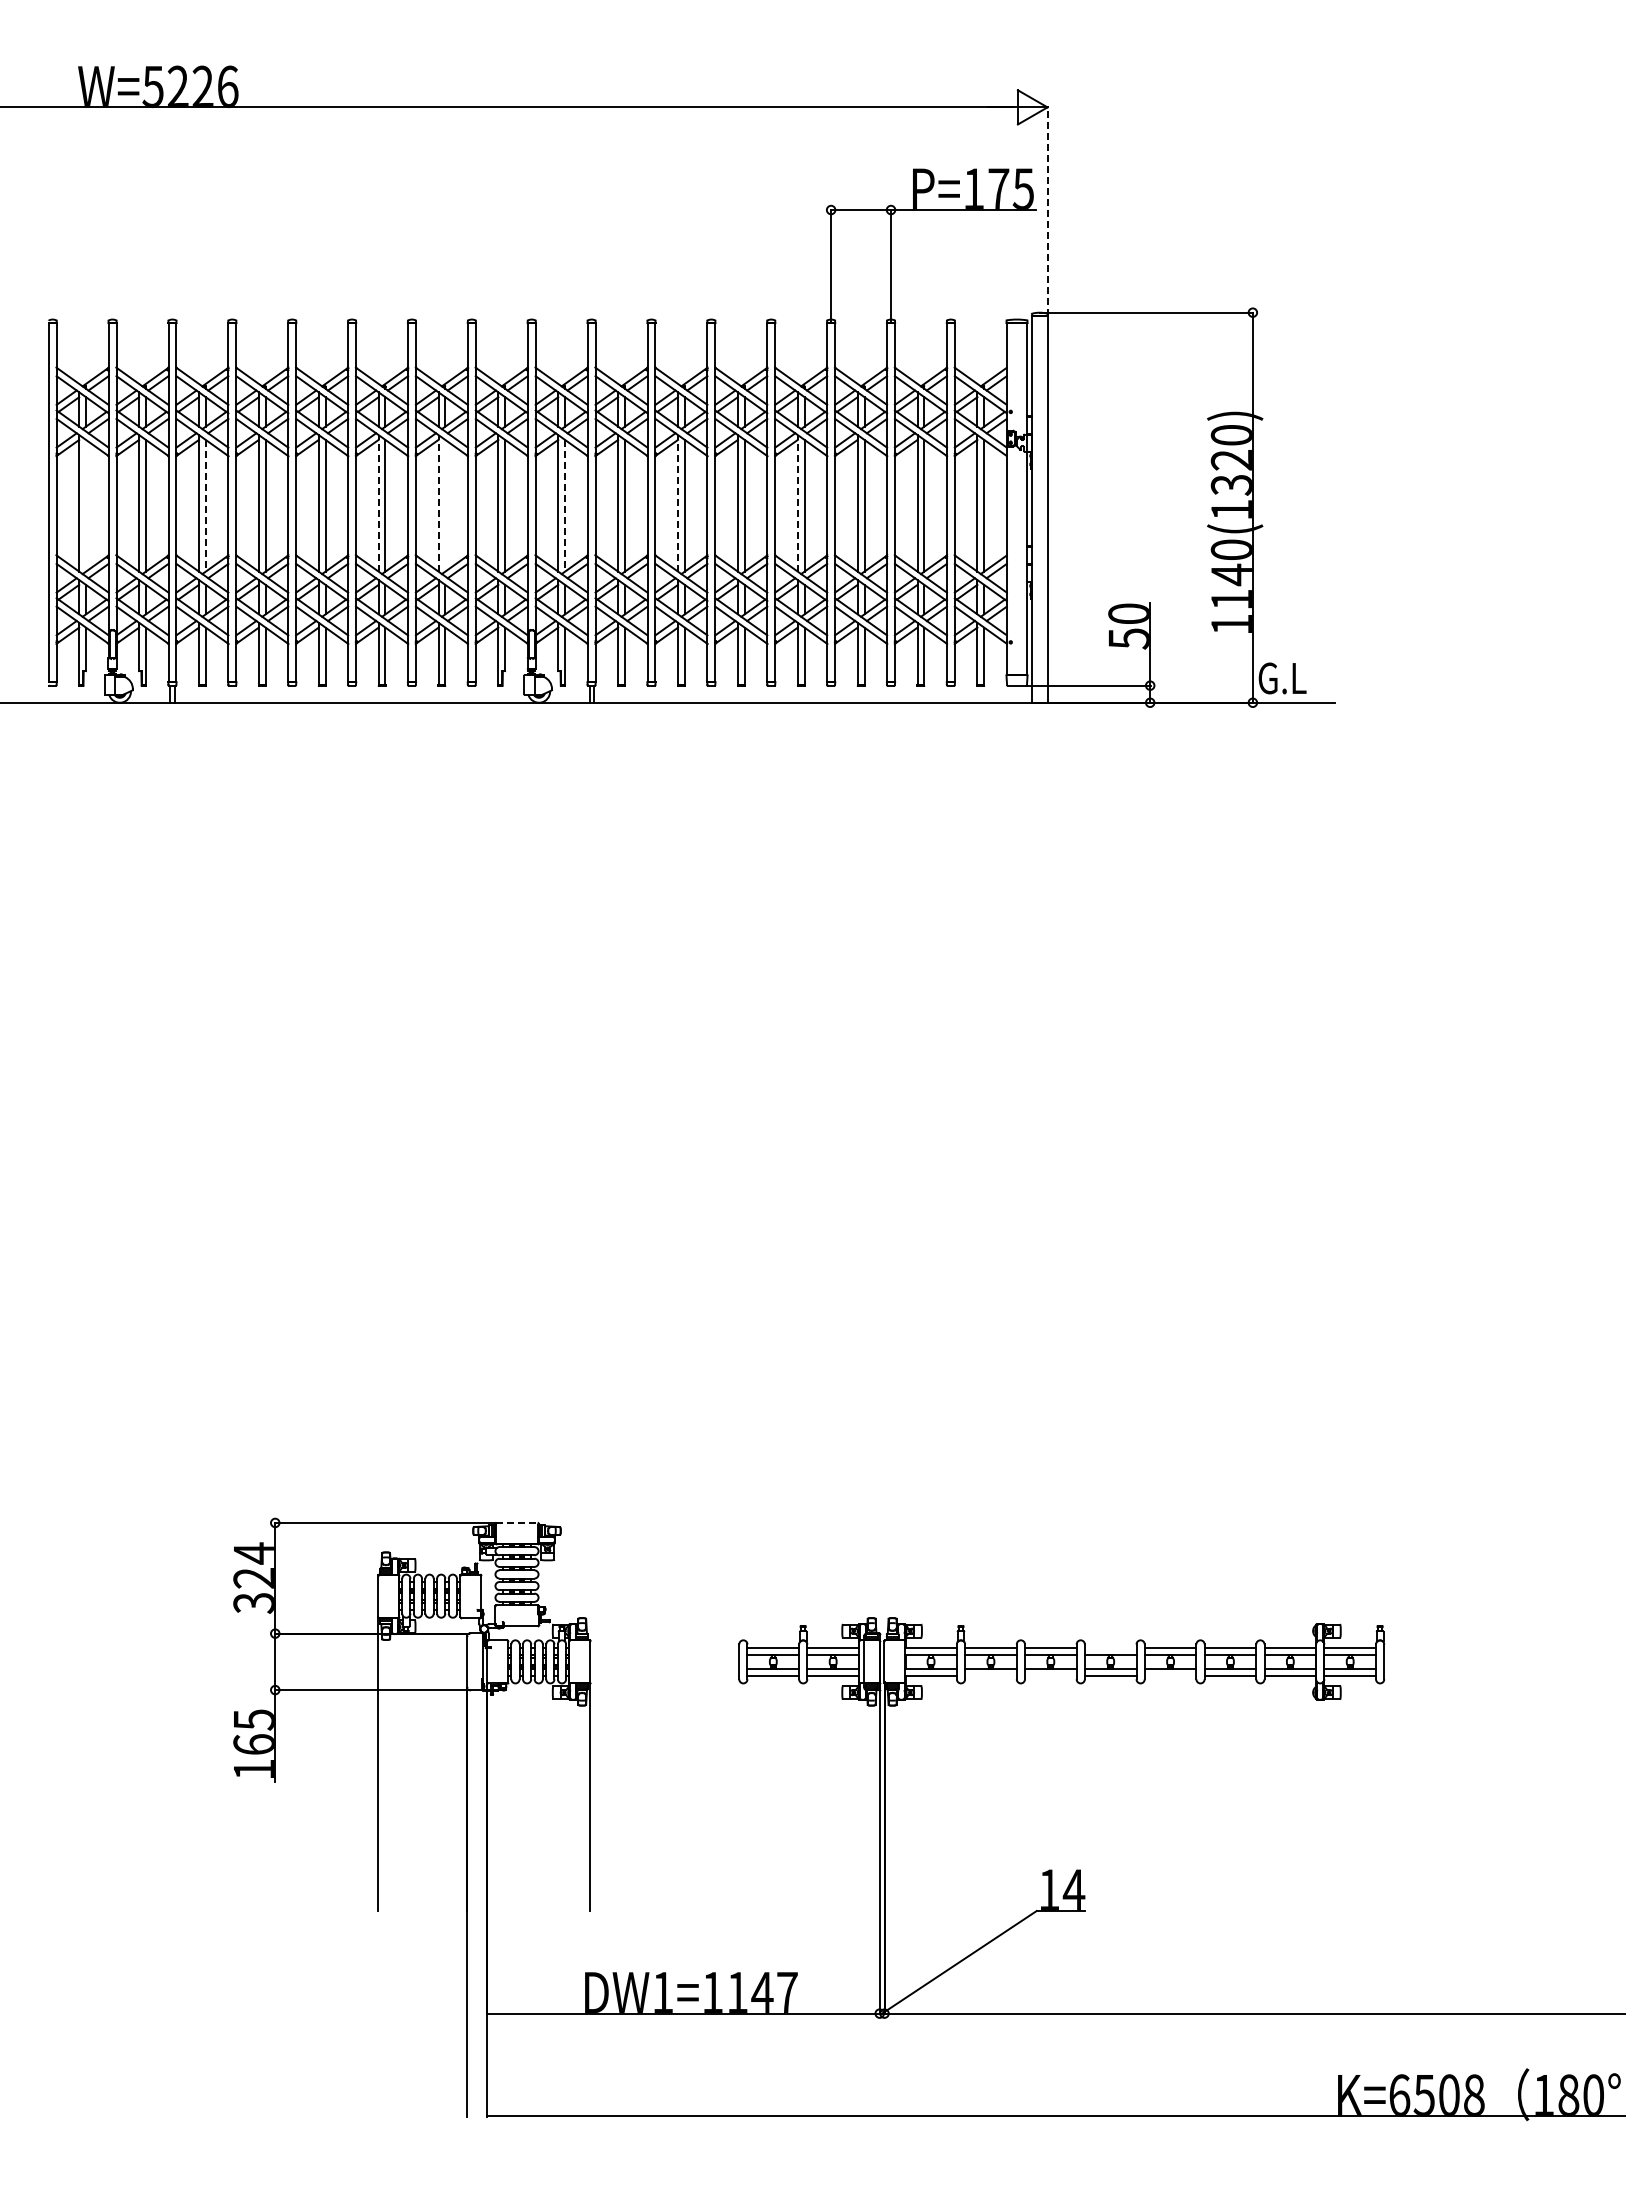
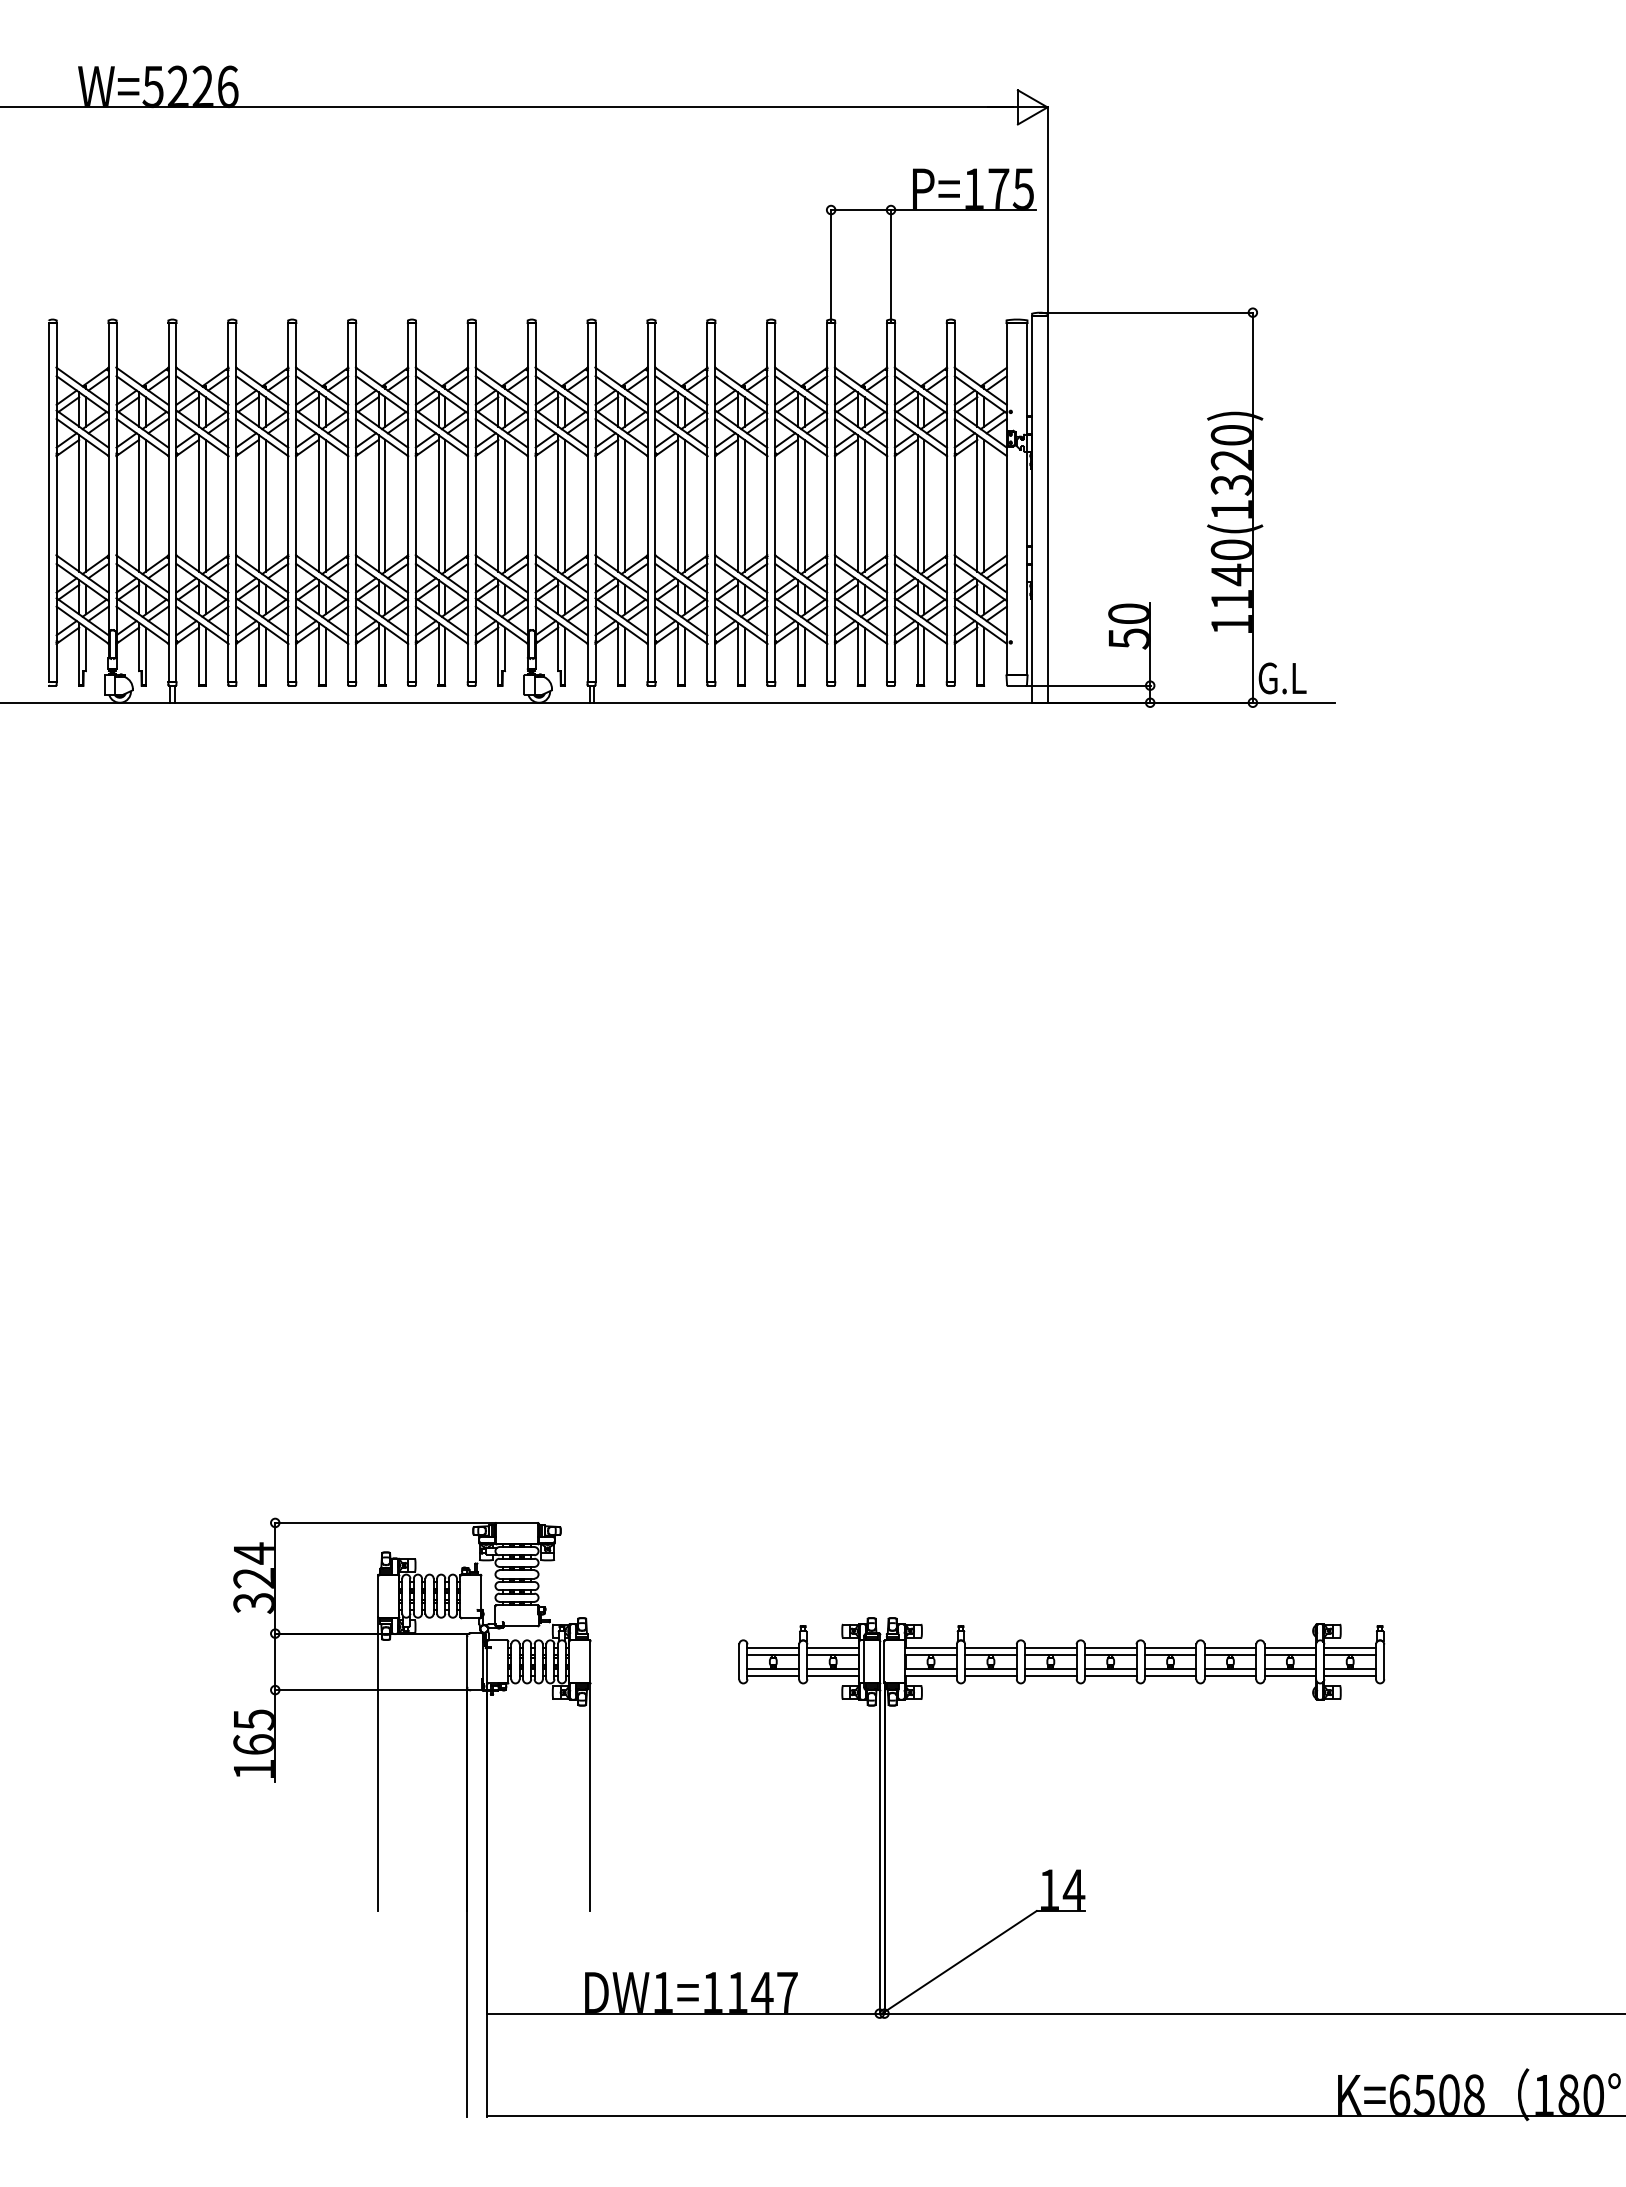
line at (1047, 210): dashed -> solid
line at (378, 502): dashed -> solid
line at (438, 502): dashed -> solid
line at (678, 502): dashed -> solid
line at (797, 502): dashed -> solid
line at (86, 505): none -> present
line at (205, 505): dashed -> solid
line at (445, 505): none -> present
line at (565, 505): dashed -> solid
line at (517, 1522): dashed -> solid
line at (1110, 1648): none -> present
line at (990, 1675): none -> present
line at (1050, 1675): none -> present
line at (1170, 1675): none -> present
